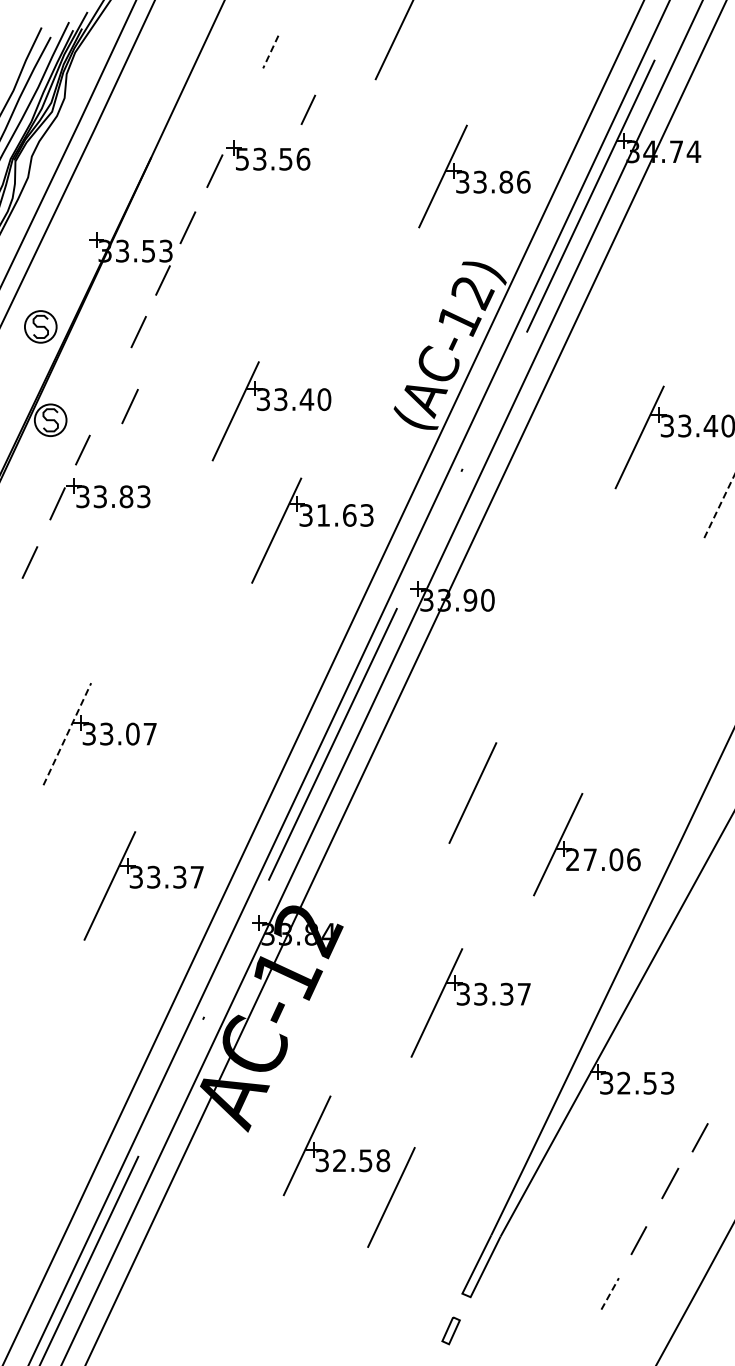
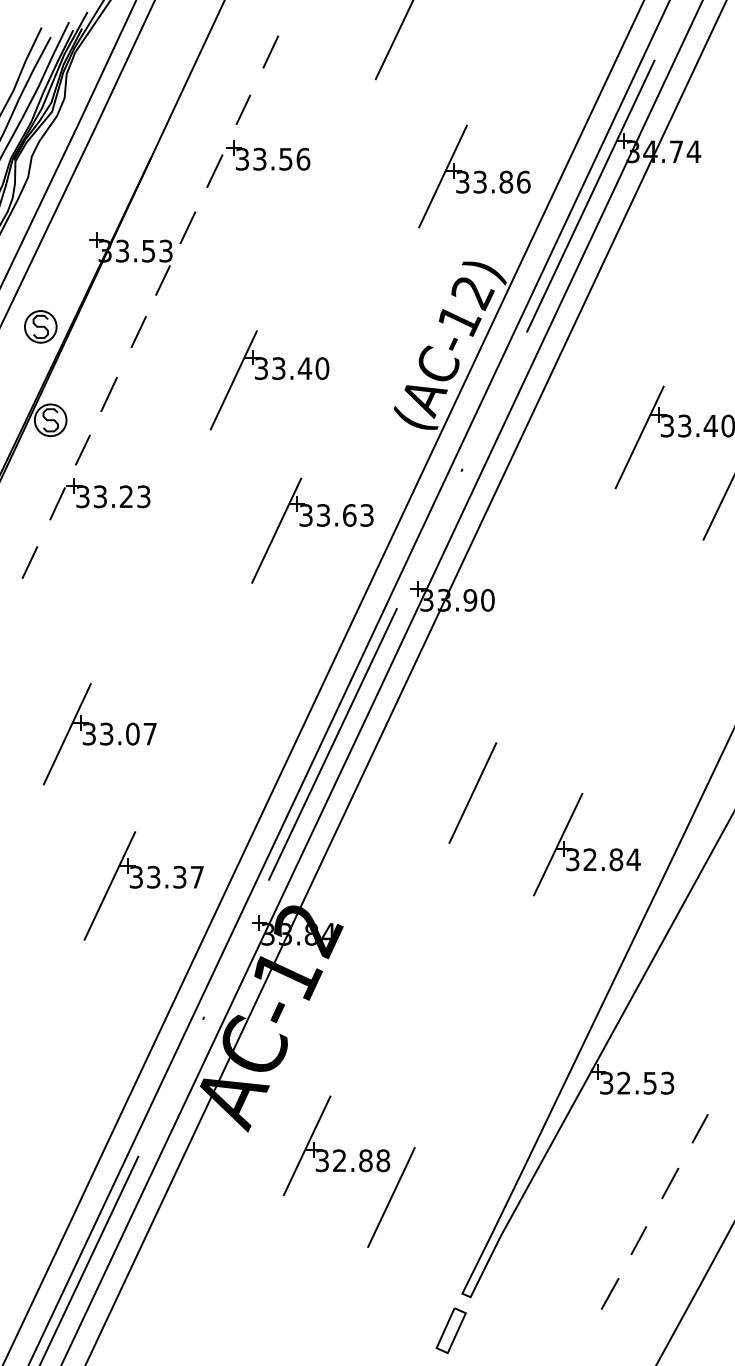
line at (270, 52): dashed -> solid
line at (308, 109) position: (308, 109) -> (243, 109)
text at (242, 158): 53.56 -> 33.56
line at (129, 406) position: (129, 406) -> (108, 394)
part at (271, 411) position: (271, 411) -> (269, 380)
text at (126, 496): 33.83 -> 33.23
line at (718, 508): dashed -> solid
text at (323, 515): 31.63 -> 33.63
line at (67, 733): dashed -> solid
text at (603, 859): 27.06 -> 32.84
part at (470, 1002): present -> none
line at (699, 1137) position: (699, 1137) -> (699, 1128)
text at (365, 1160): 32.58 -> 32.88
line at (610, 1293): dashed -> solid
part at (450, 1330) size: 20x30 px -> 32x48 px
